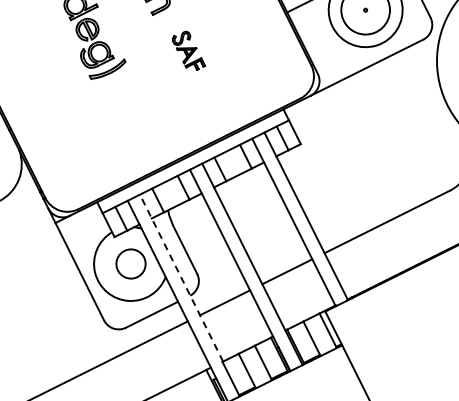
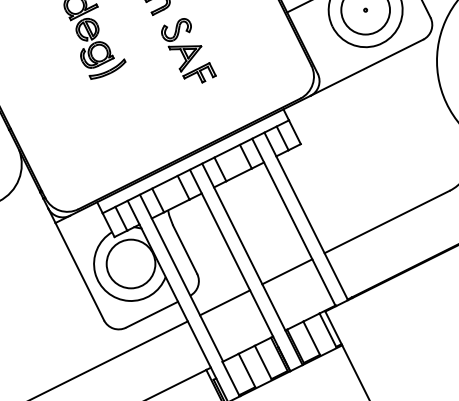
part at (188, 50) size: 36x41 px -> 56x66 px
circle at (130, 263) diameter: 29 px -> 49 px
line at (181, 277): dashed -> solid
